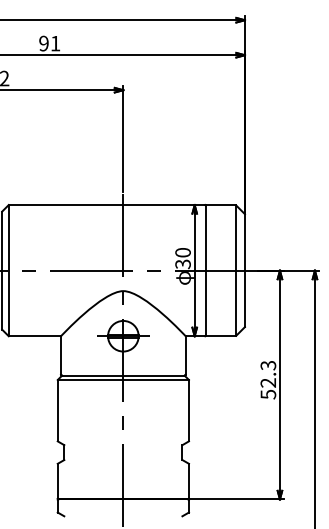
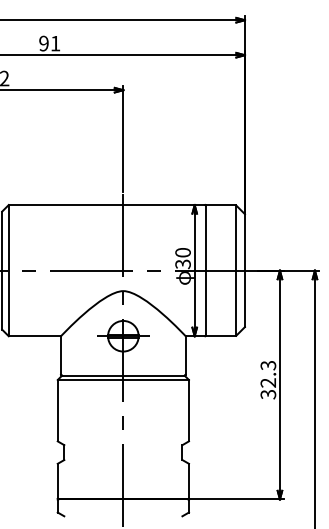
text at (267, 393): 52.3 -> 32.3
